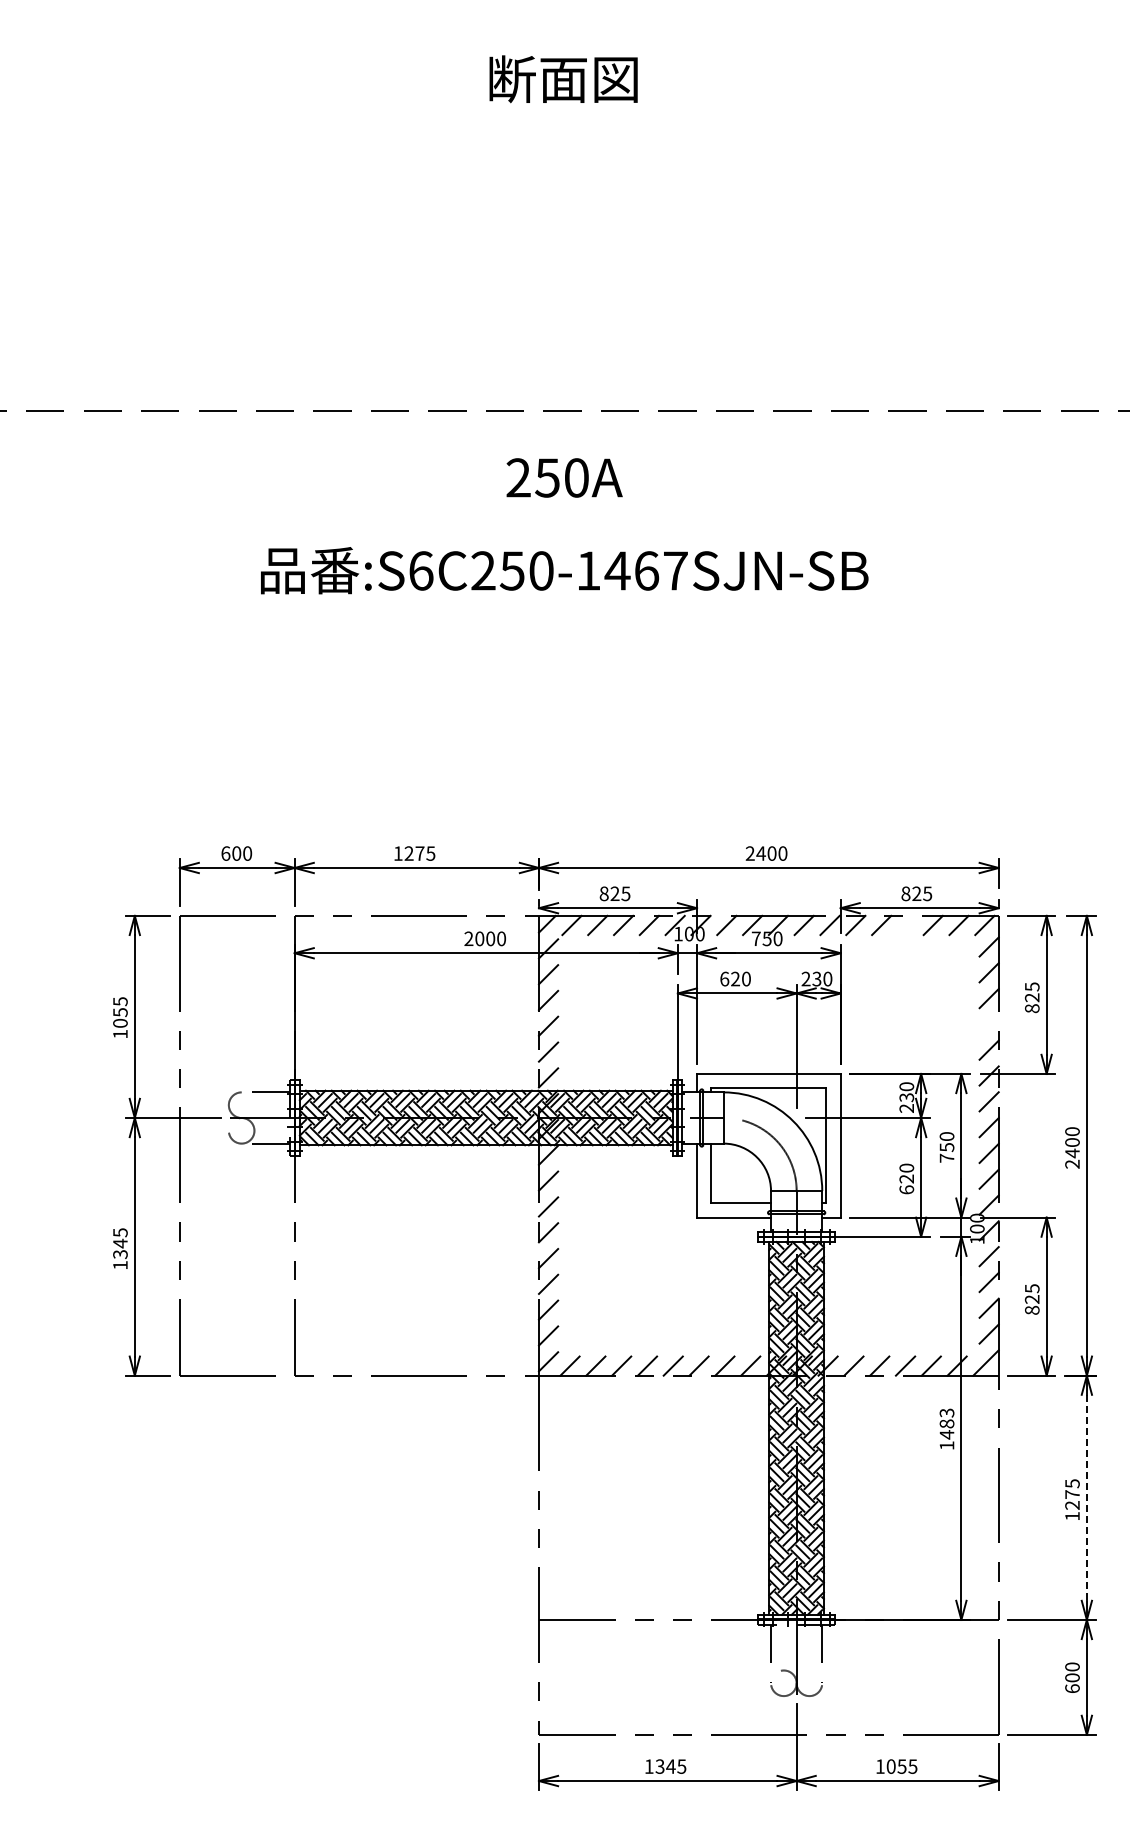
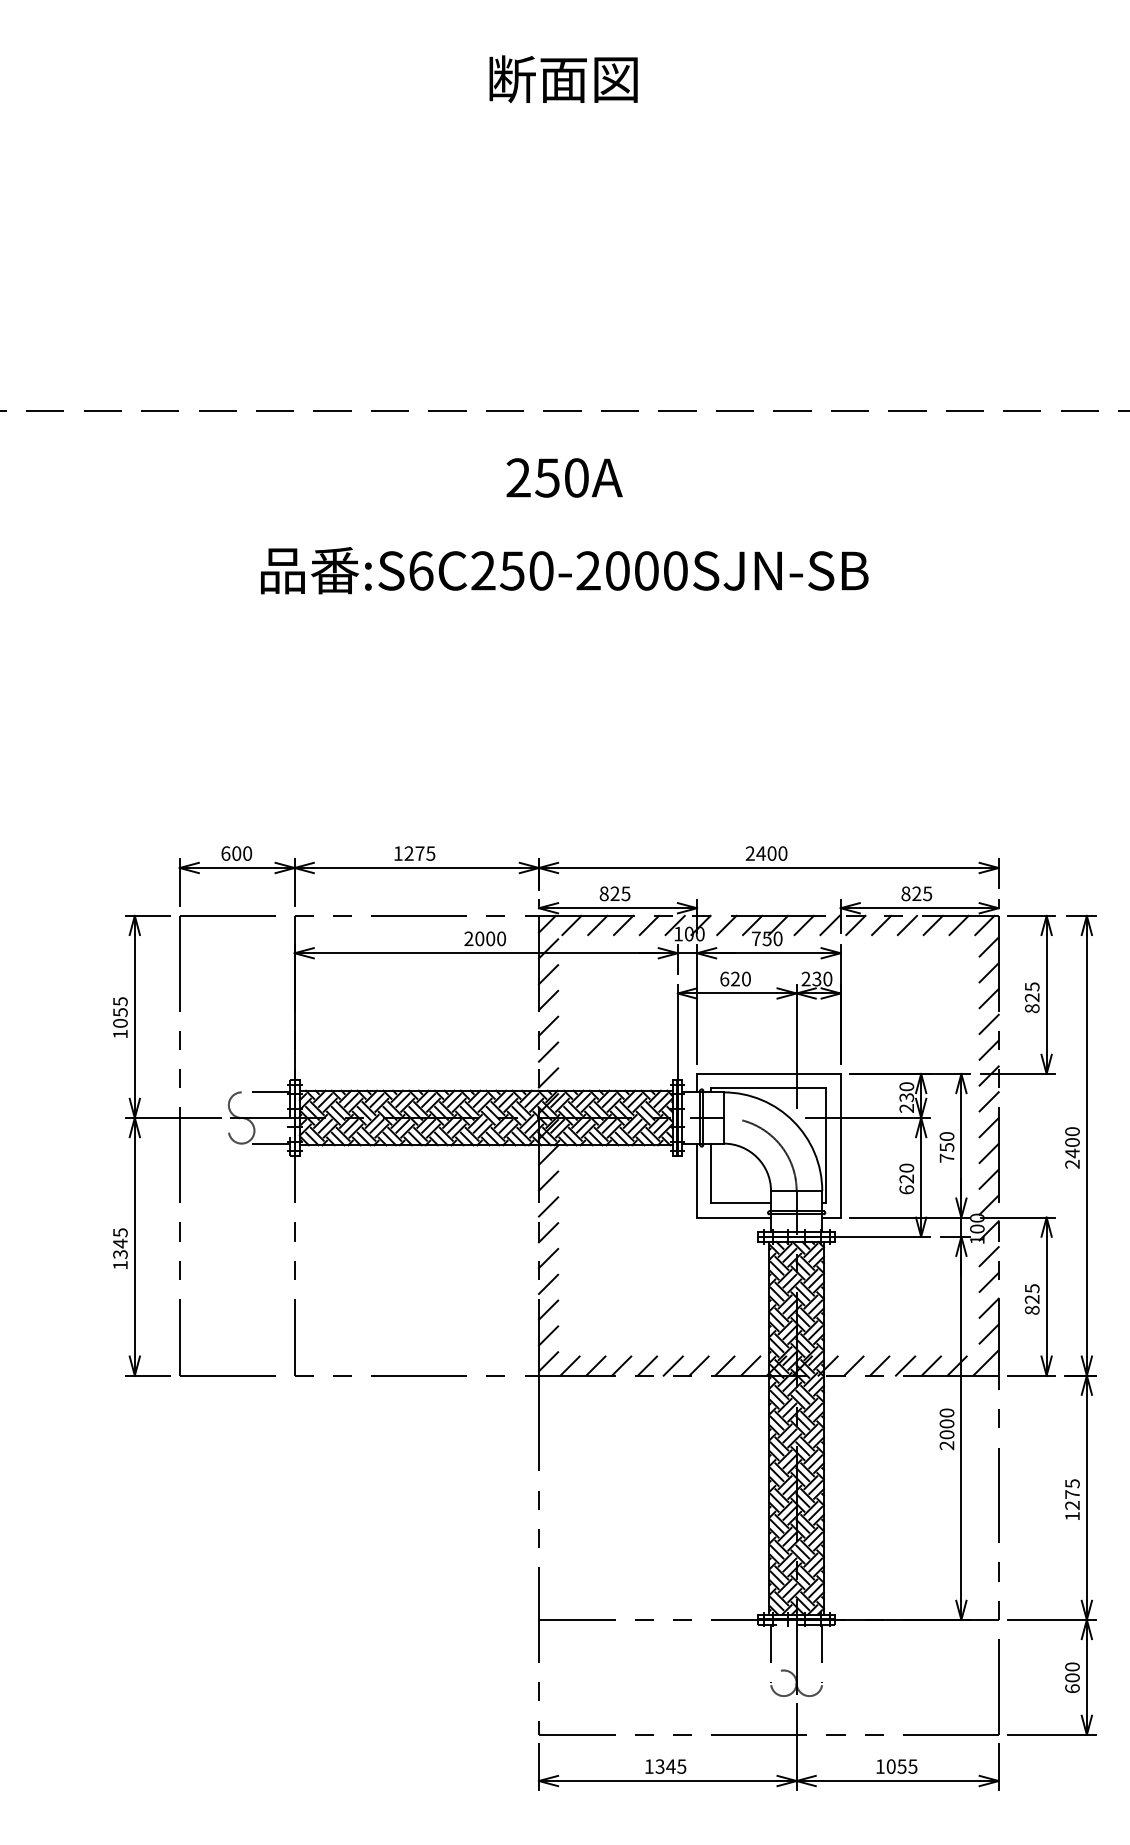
text at (631, 570): :S6C250-1467SJN-SB -> :S6C250-2000SJN-SB
line at (907, 925): none -> present
line at (988, 1023): none -> present
text at (946, 1429): 1483 -> 2000
line at (1086, 1497): dashed -> solid
